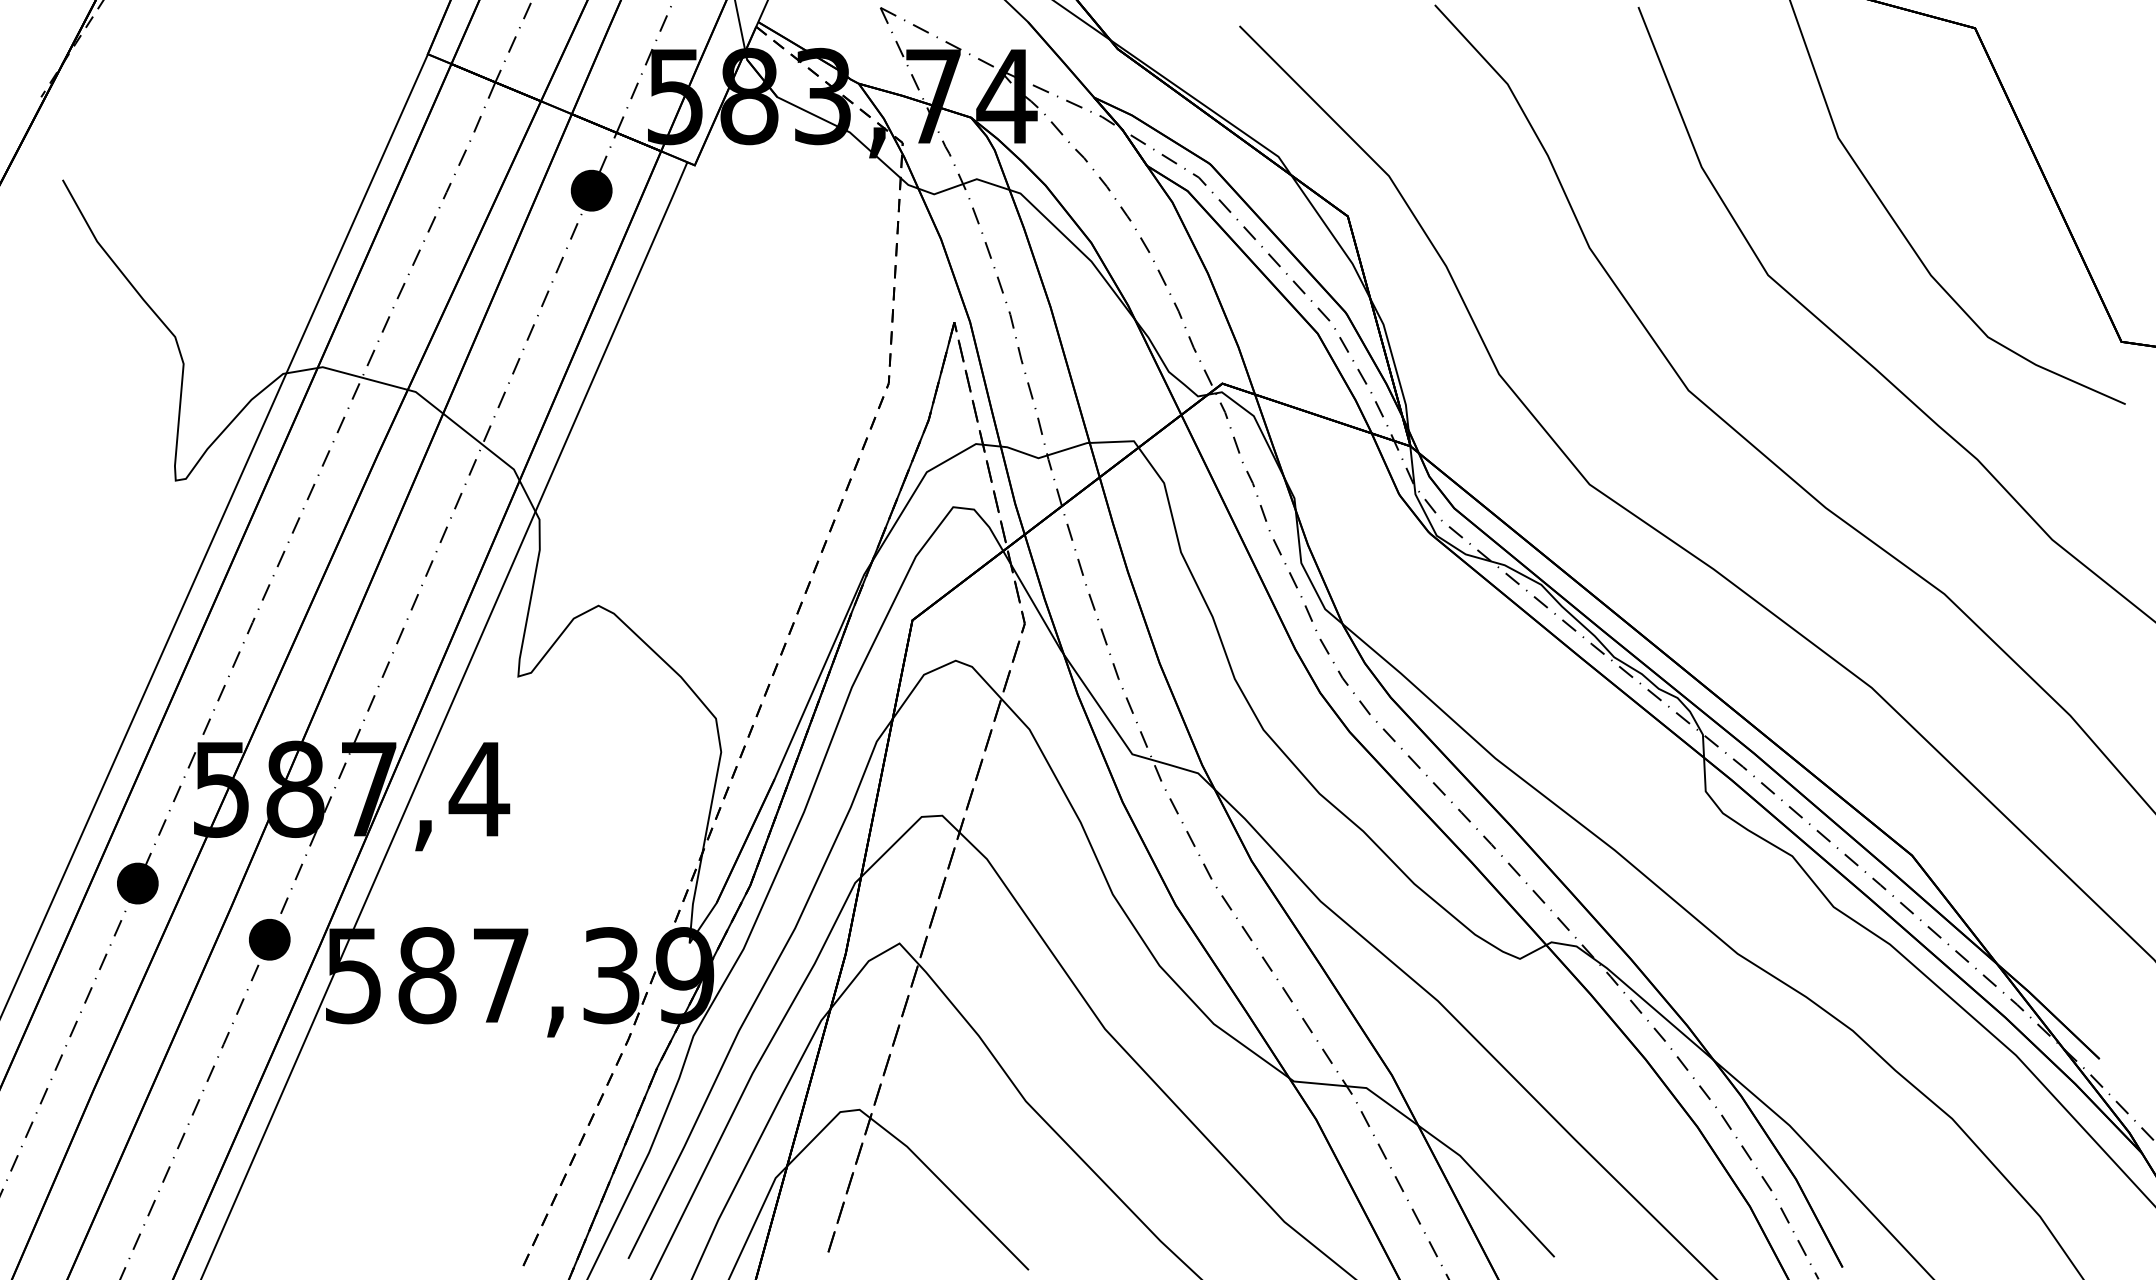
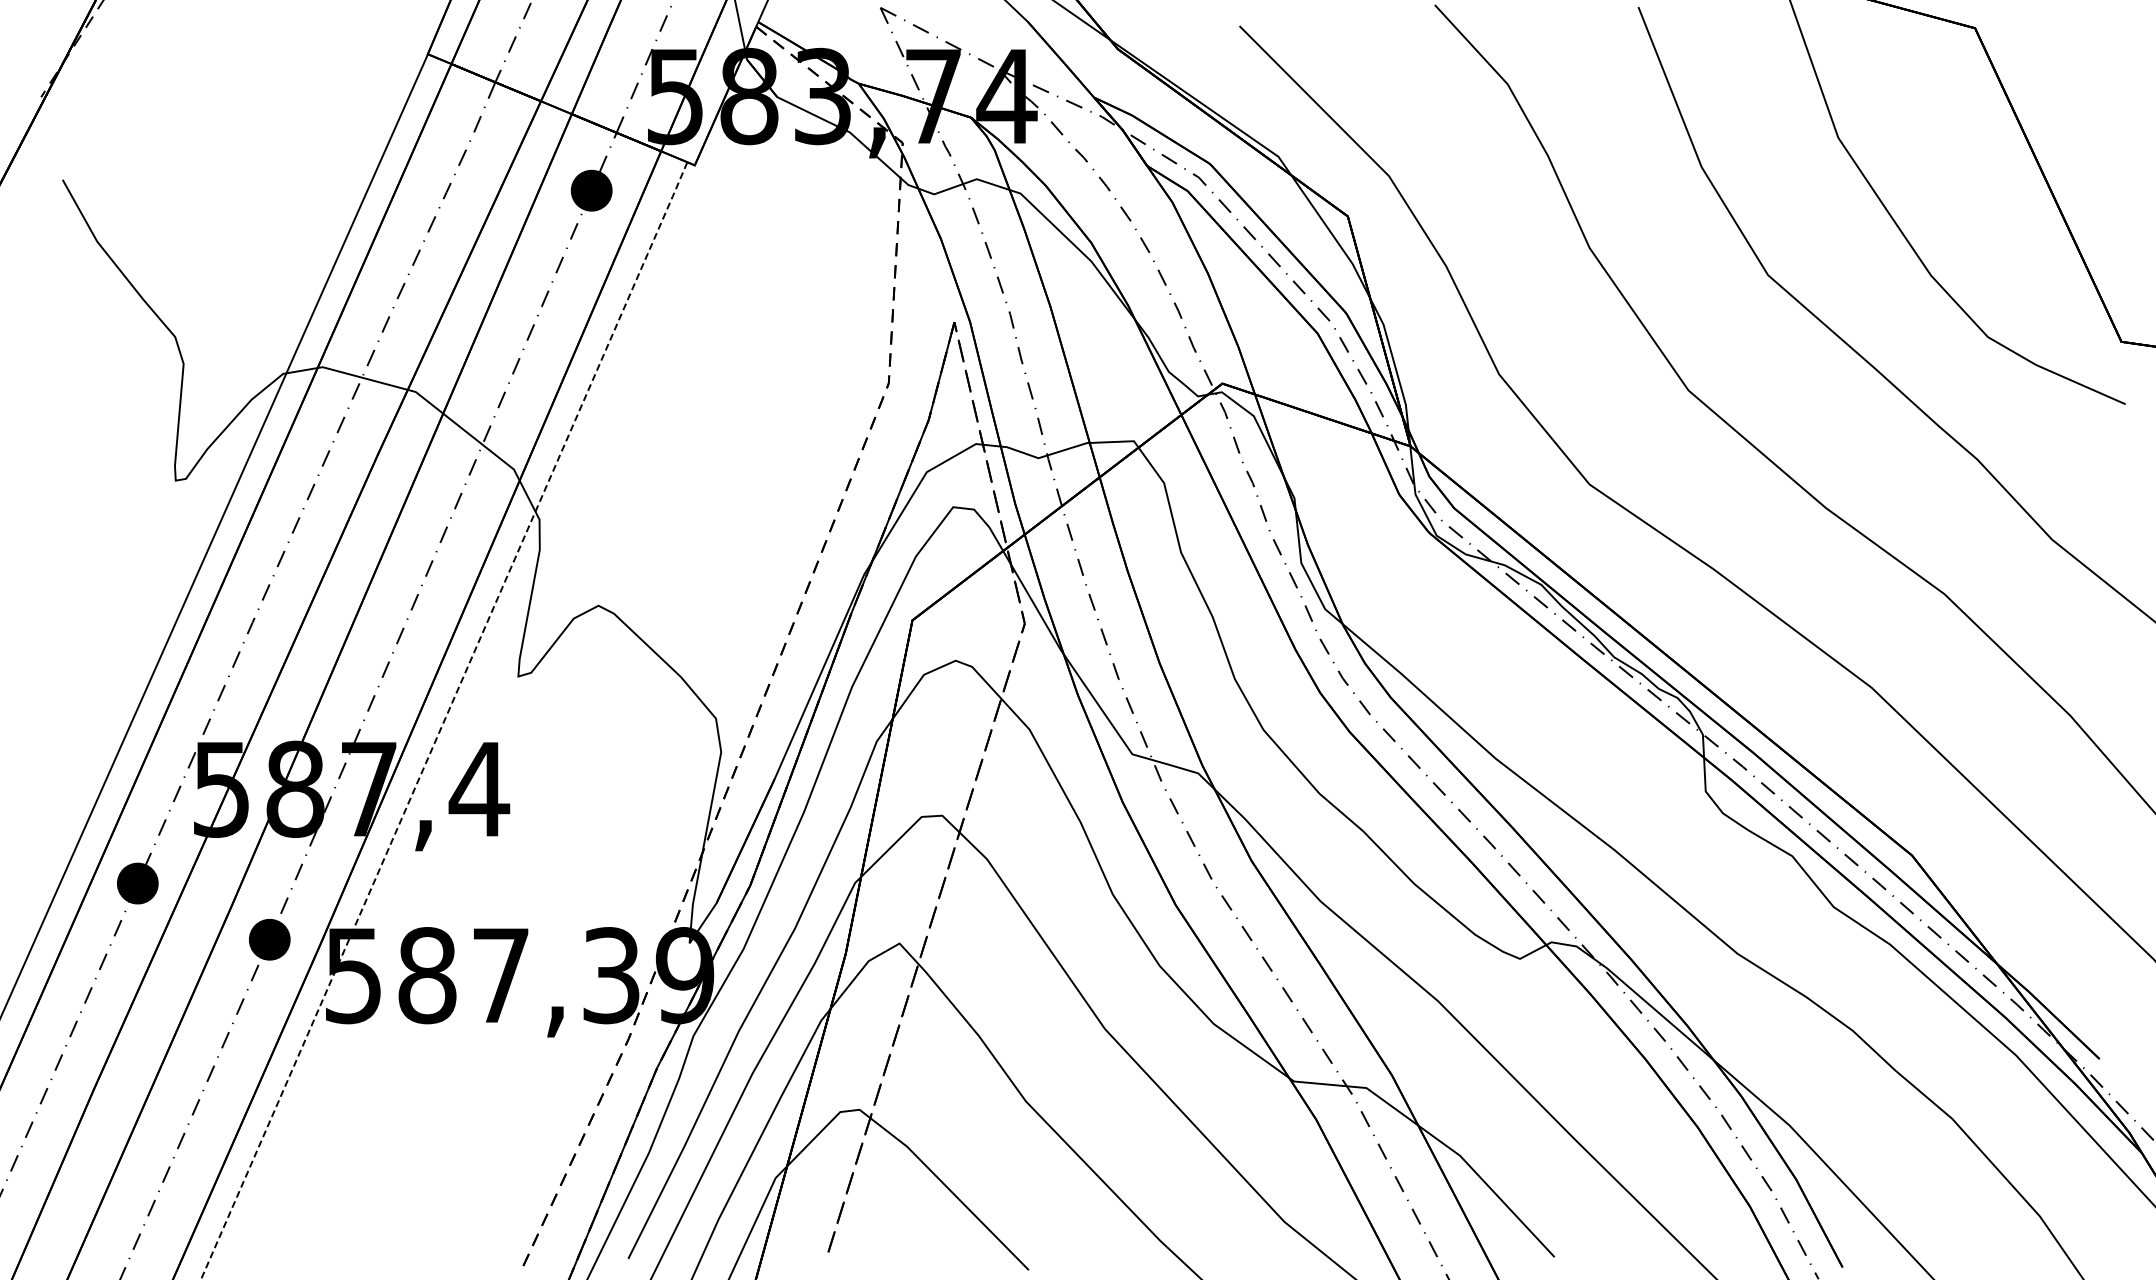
line at (444, 720): solid -> dashed
